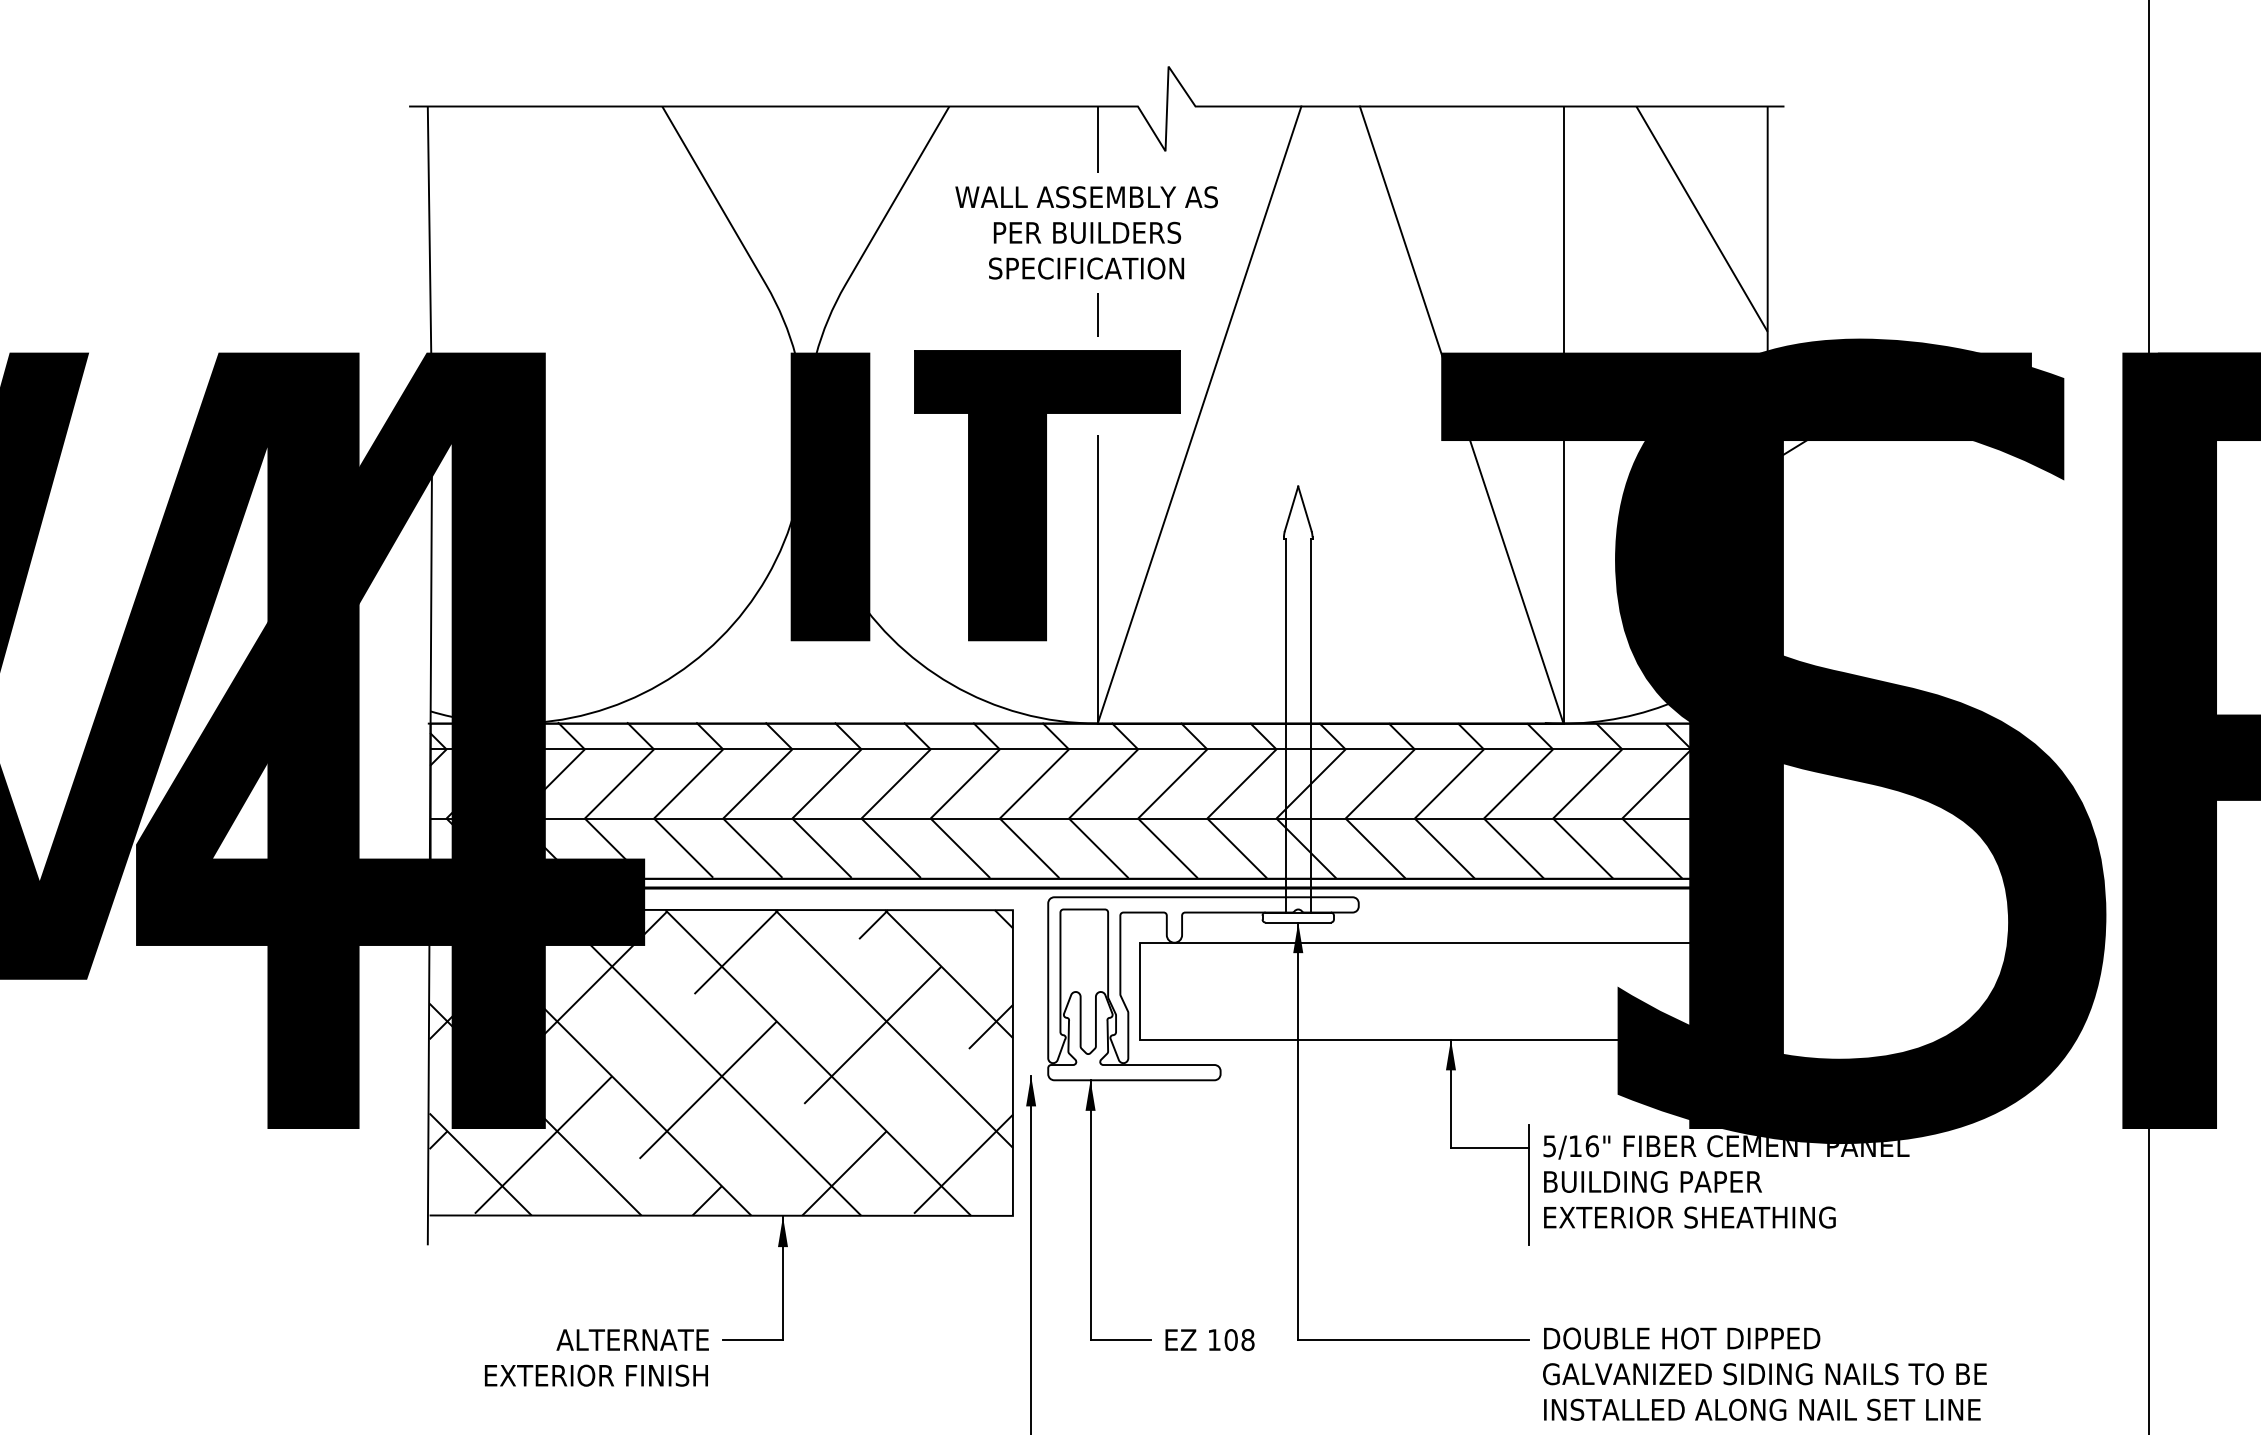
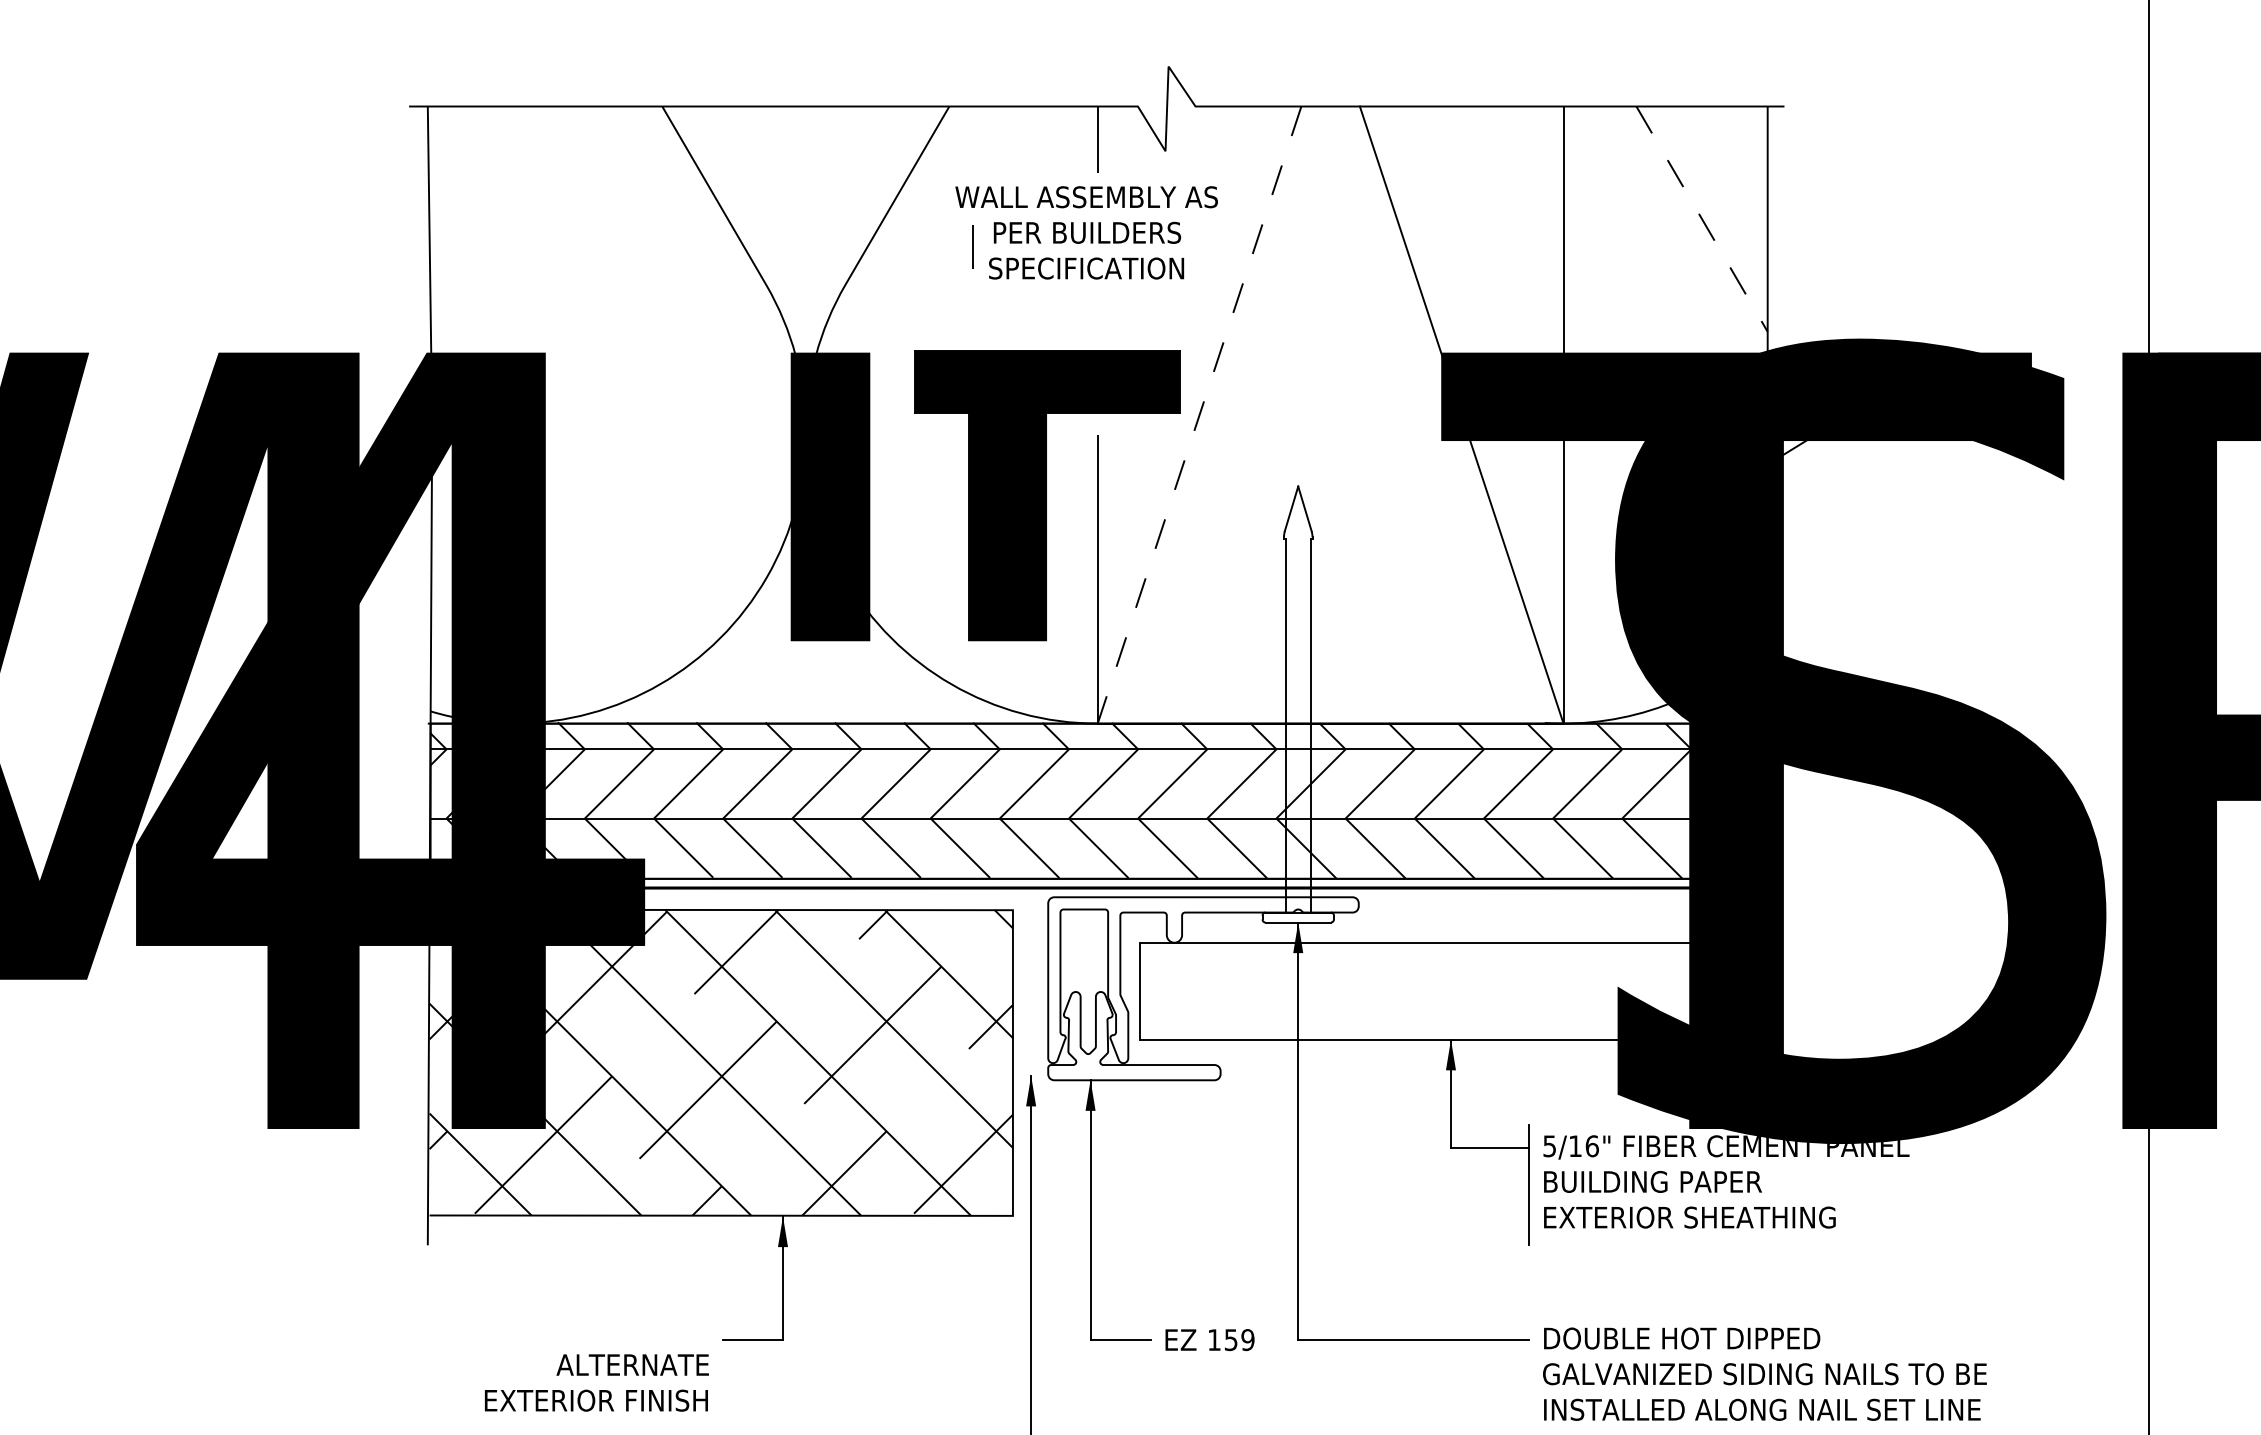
line at (1702, 219): solid -> dashed
line at (1097, 314) position: (1097, 314) -> (972, 246)
line at (1199, 415): solid -> dashed
text at (1239, 1340): 108 -> 159
text at (596, 1357) position: (596, 1357) -> (596, 1382)
